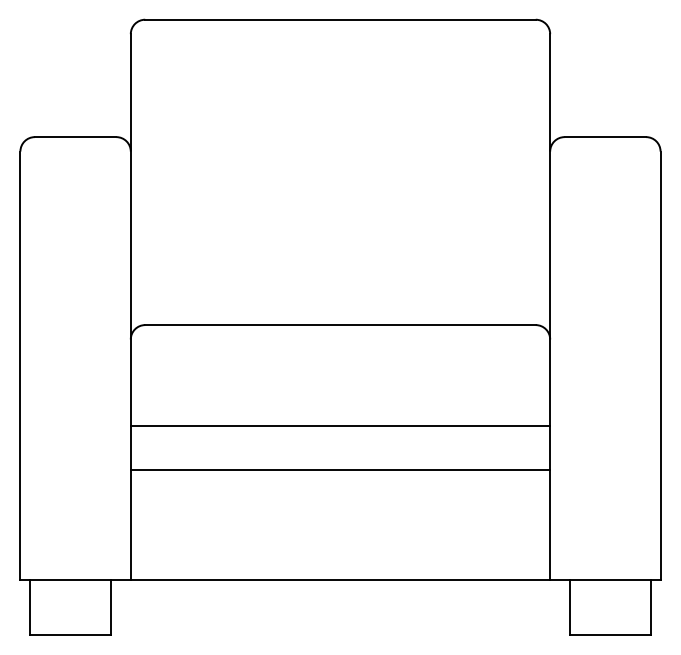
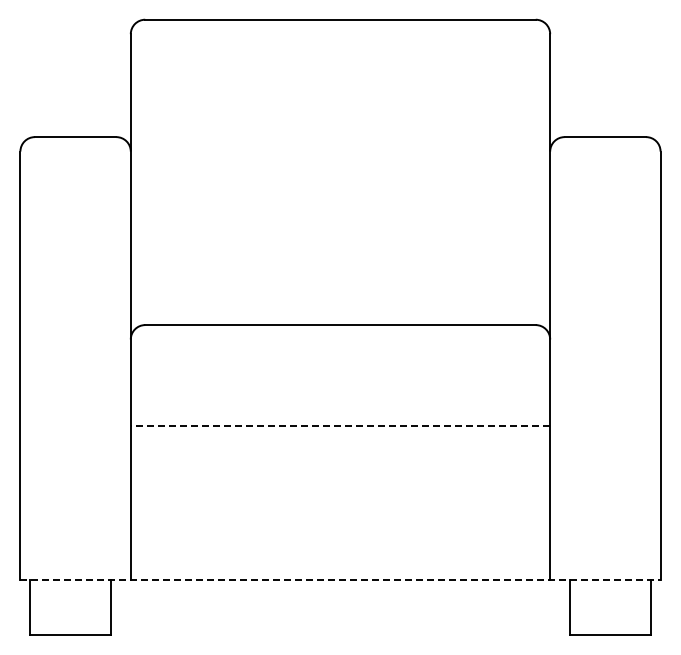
line at (340, 425): solid -> dashed
line at (340, 469): present -> none
line at (340, 580): solid -> dashed
